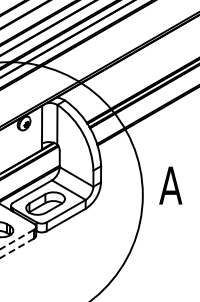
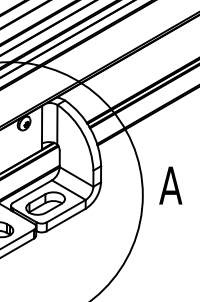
line at (16, 239): dashed -> solid
line at (16, 248): dashed -> solid
